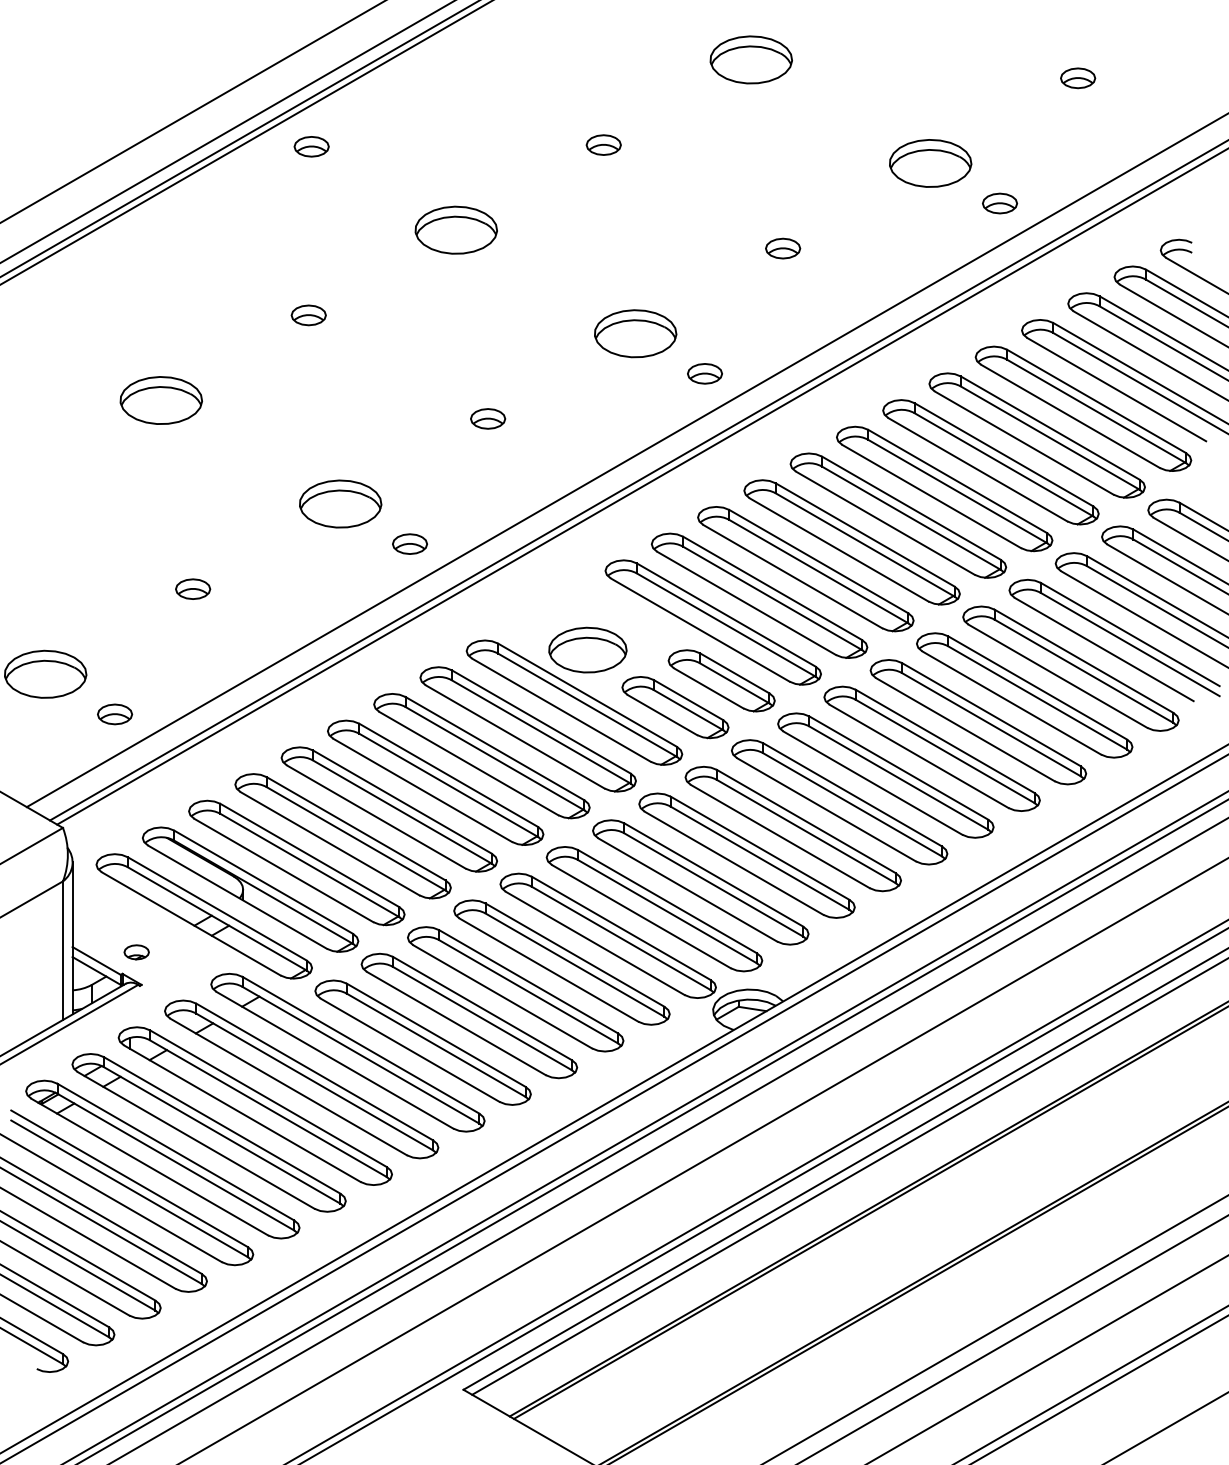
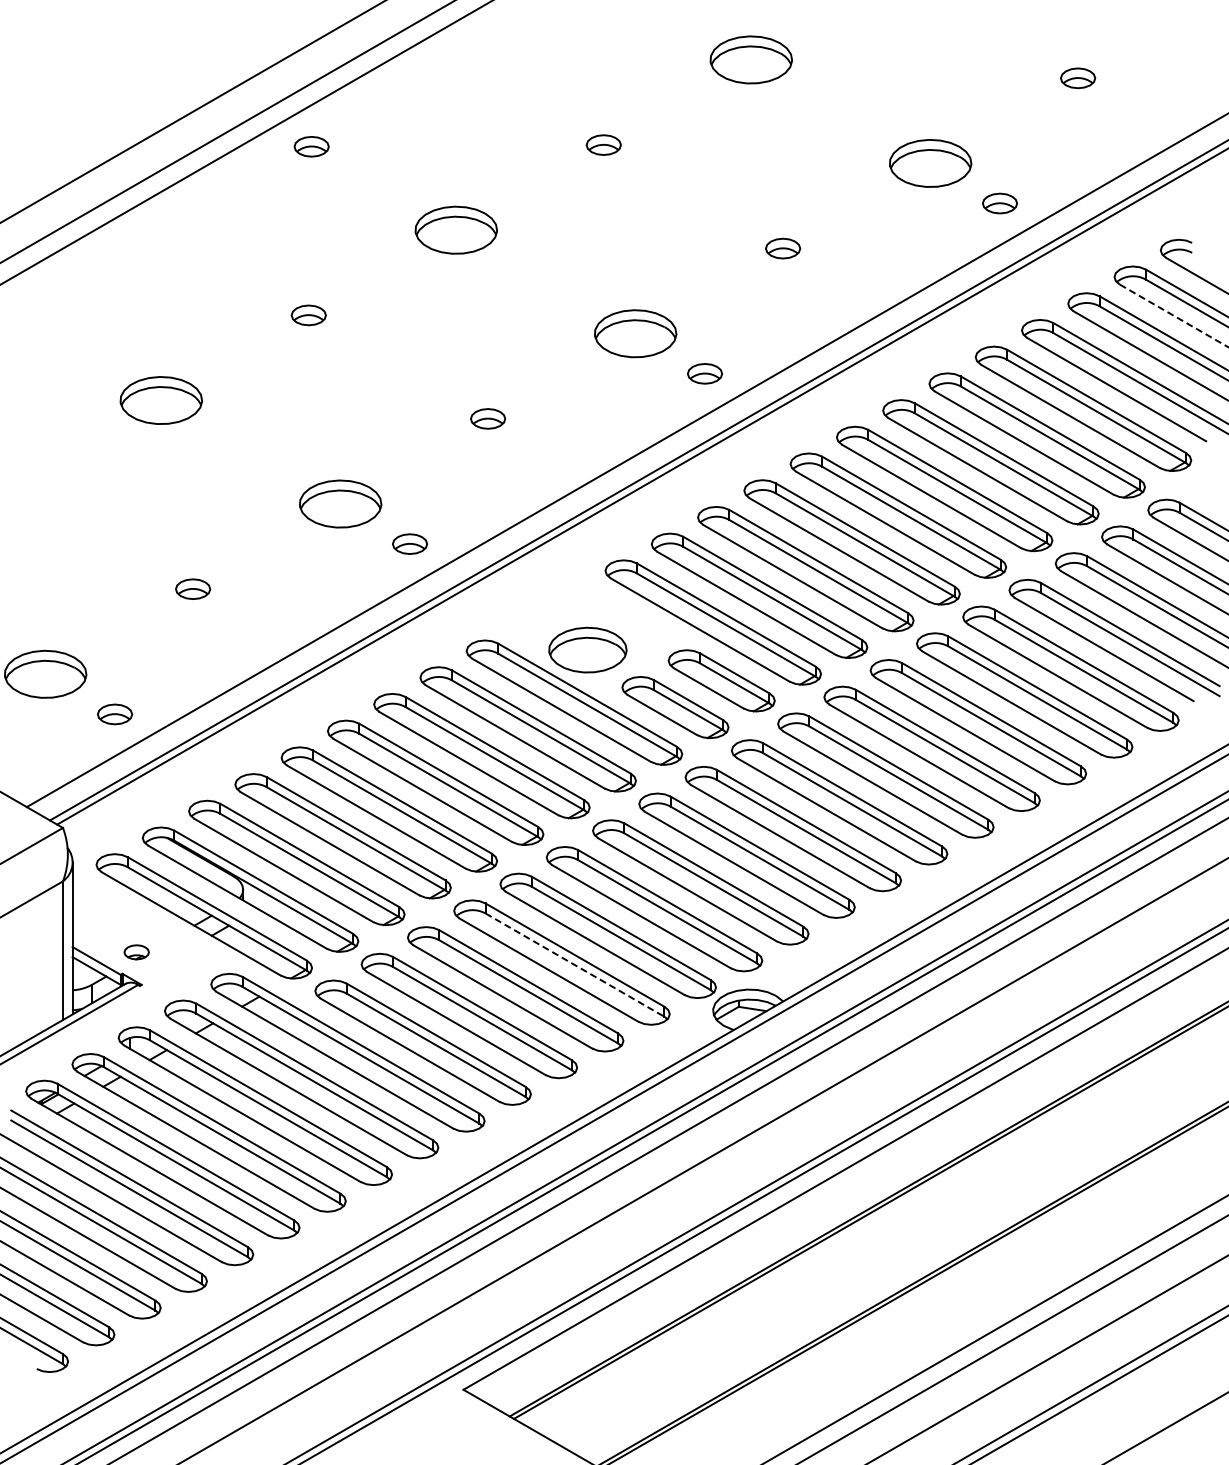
line at (239, 139): present -> none
line at (1174, 316): solid -> dashed
line at (575, 965): solid -> dashed
line at (848, 1176): present -> none
